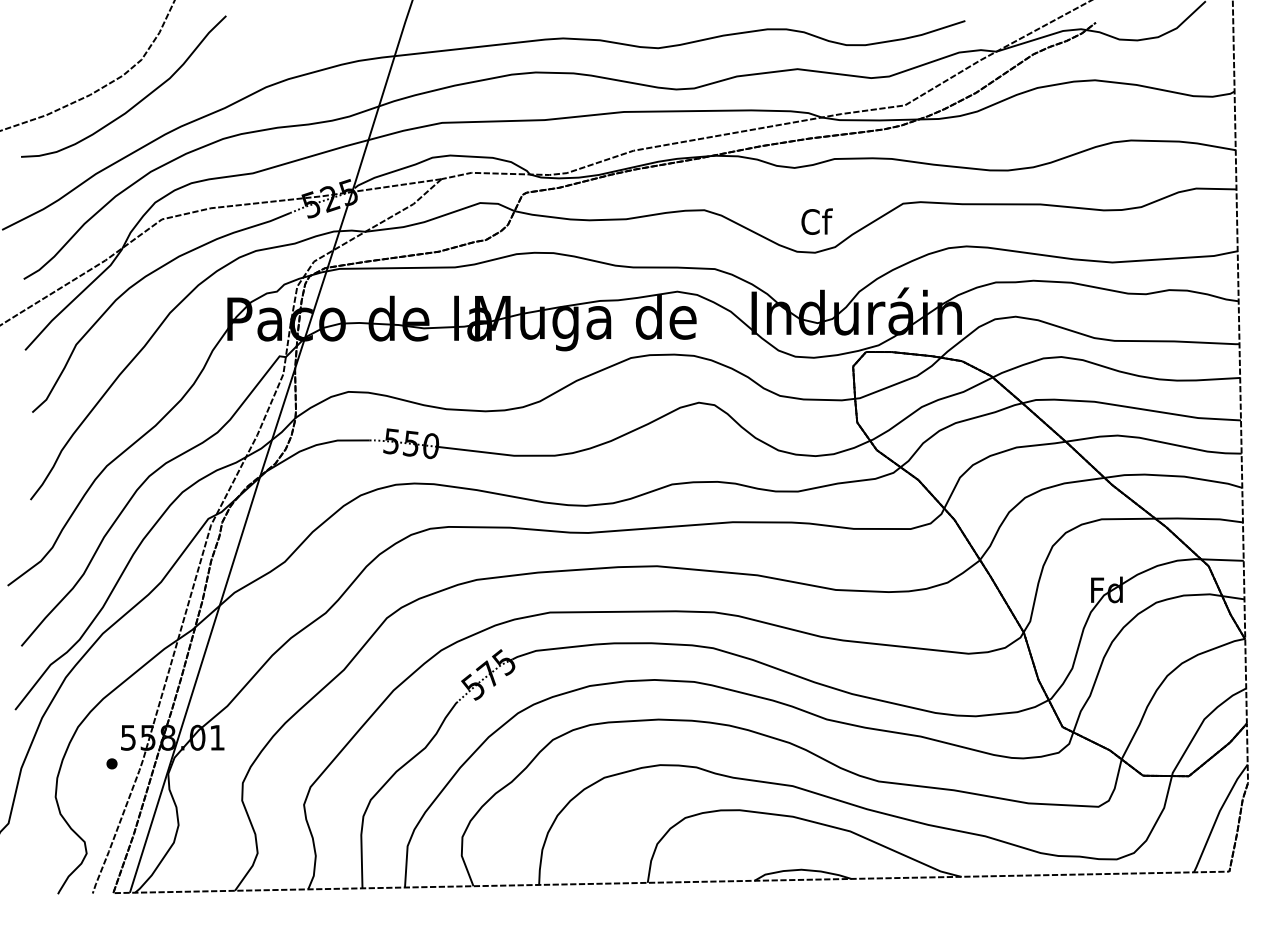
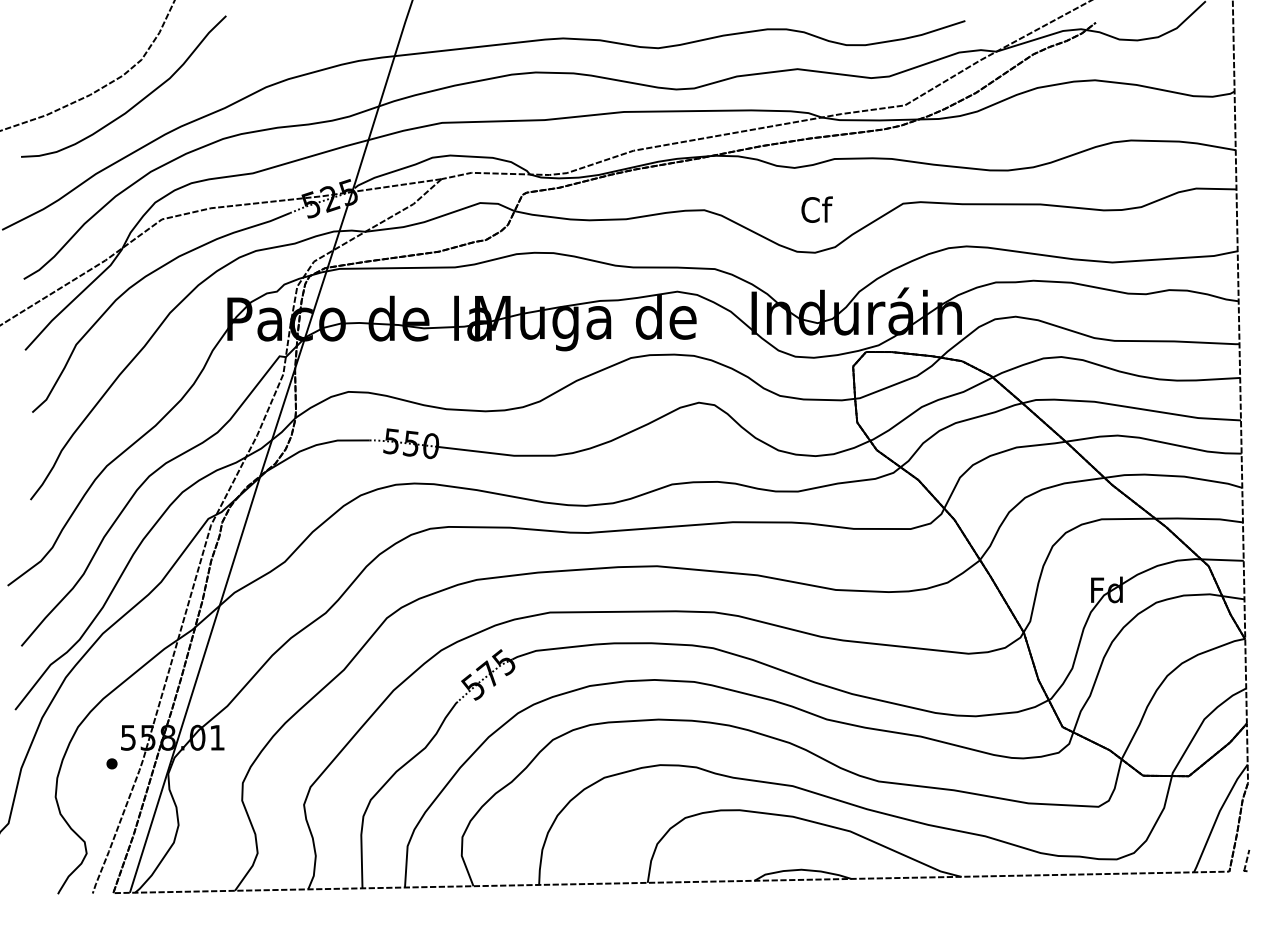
text at (816, 221) position: (816, 221) -> (816, 209)
part at (1246, 860): none -> present
